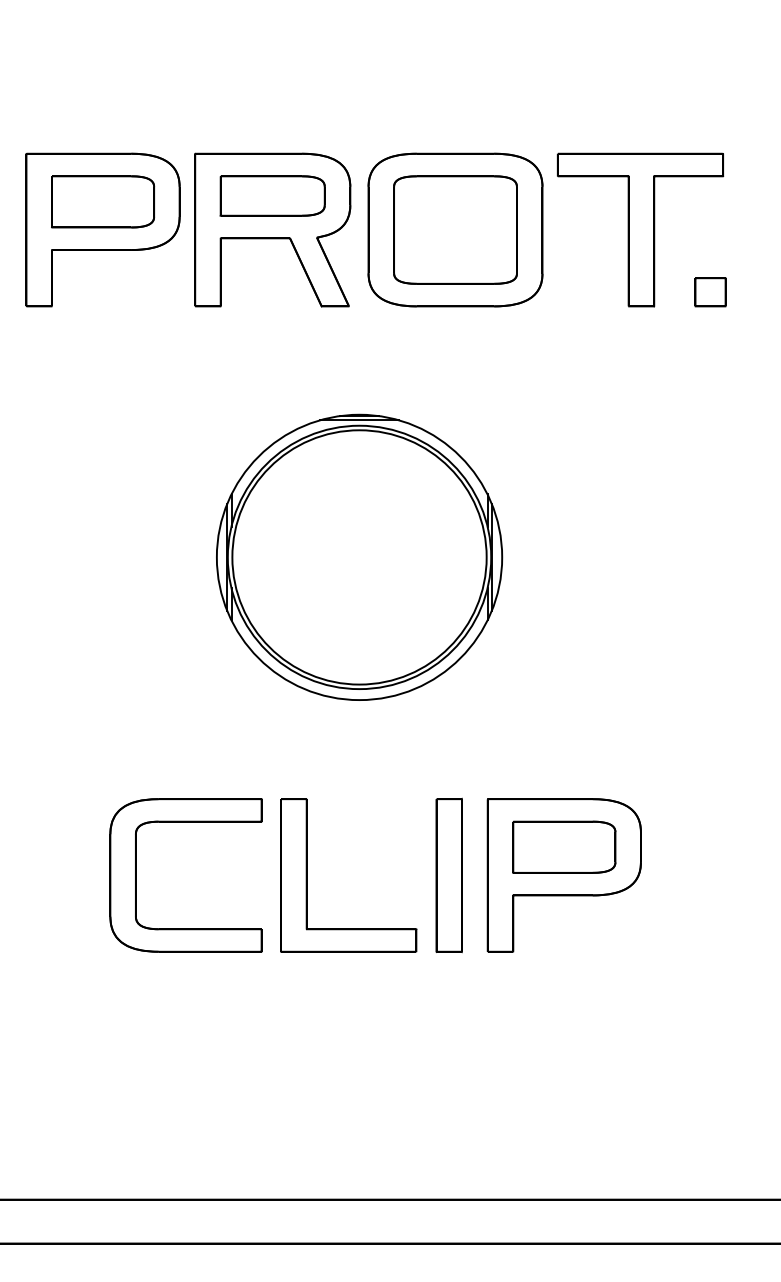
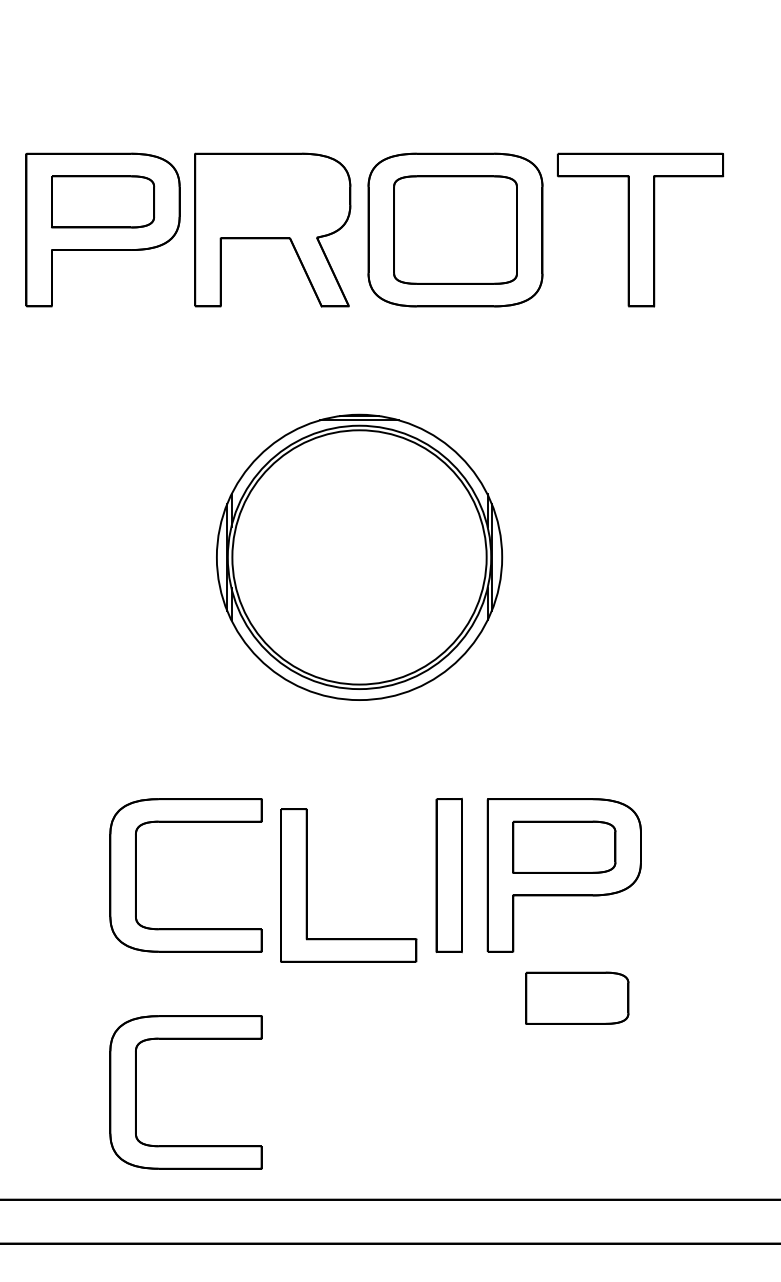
part at (272, 195): present -> none
part at (710, 292): present -> none
part at (307, 875) position: (307, 875) -> (307, 885)
part at (577, 997): none -> present
part at (136, 1092): none -> present
